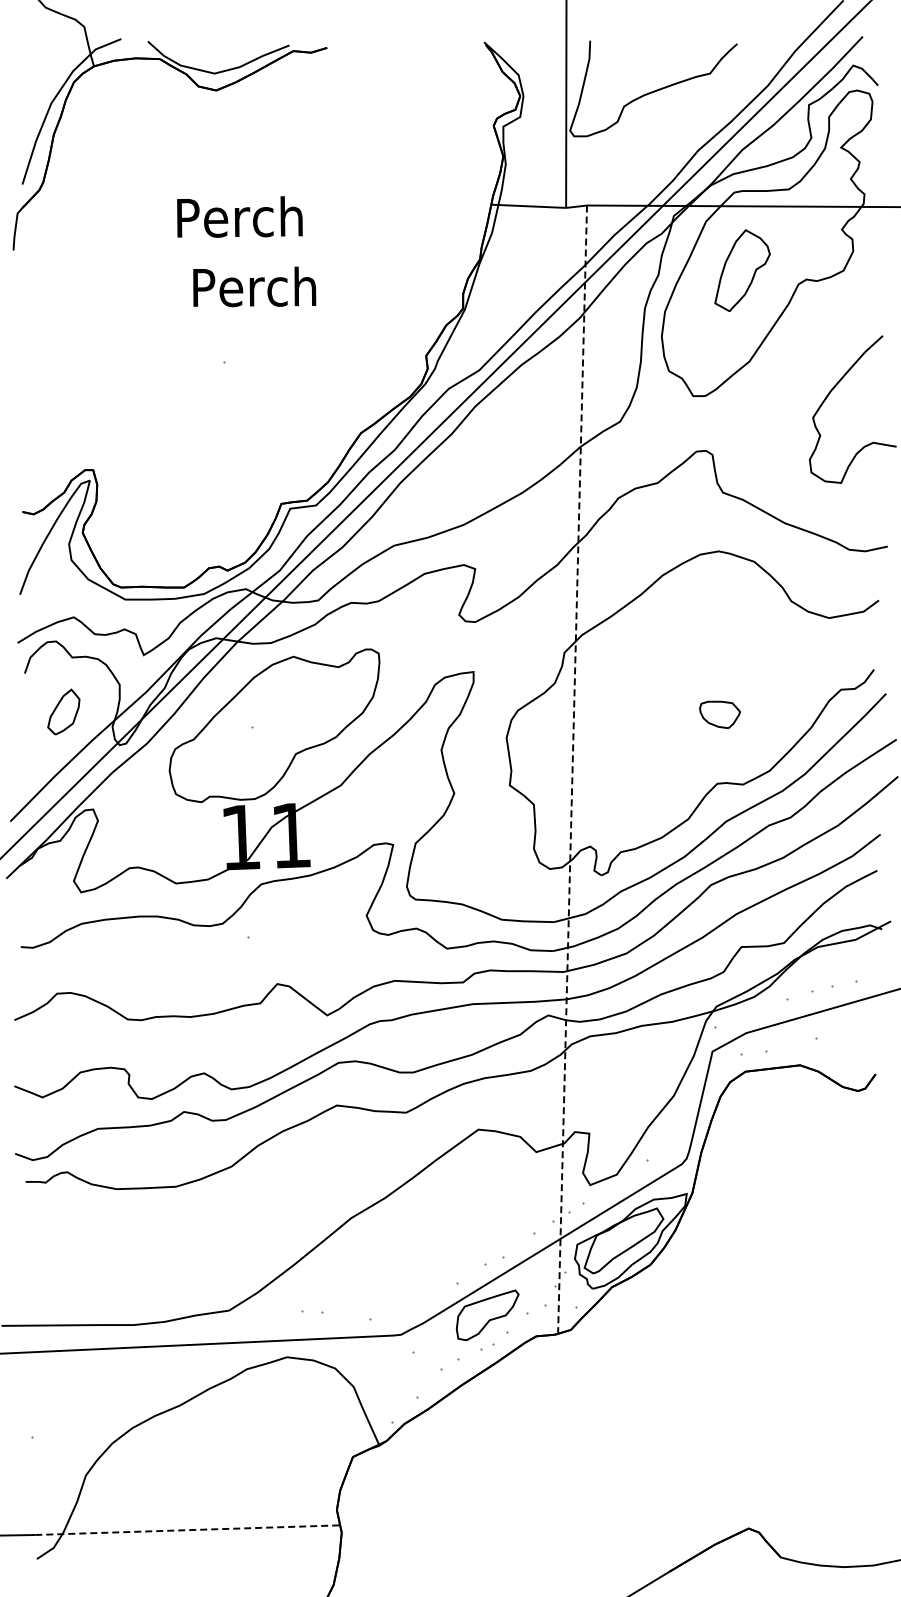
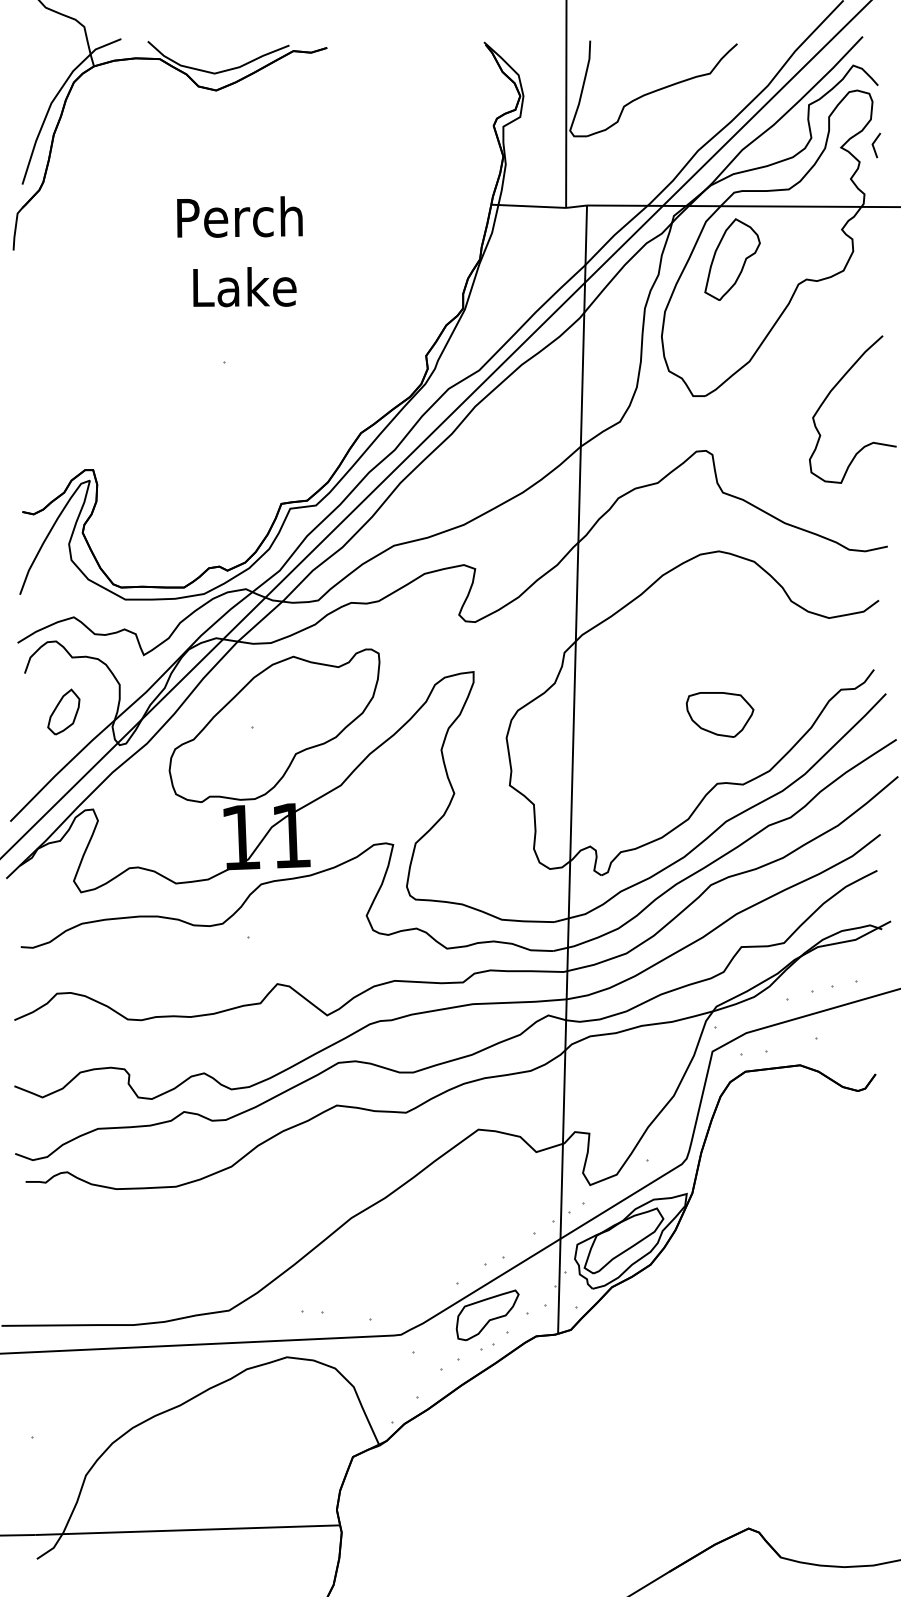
line at (874, 146): none -> present
part at (742, 270) position: (742, 270) -> (732, 259)
text at (256, 286): Perch -> Lake
part at (719, 714) size: 42x29 px -> 70x46 px
line at (572, 770): dashed -> solid
line at (188, 1530): dashed -> solid
